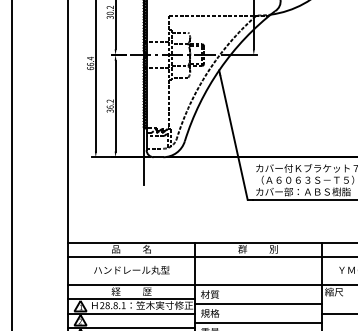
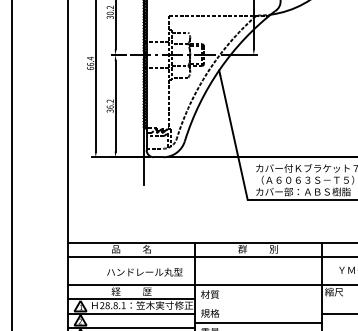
text at (131, 270) position: (131, 270) -> (144, 272)
line at (257, 304): present -> none
